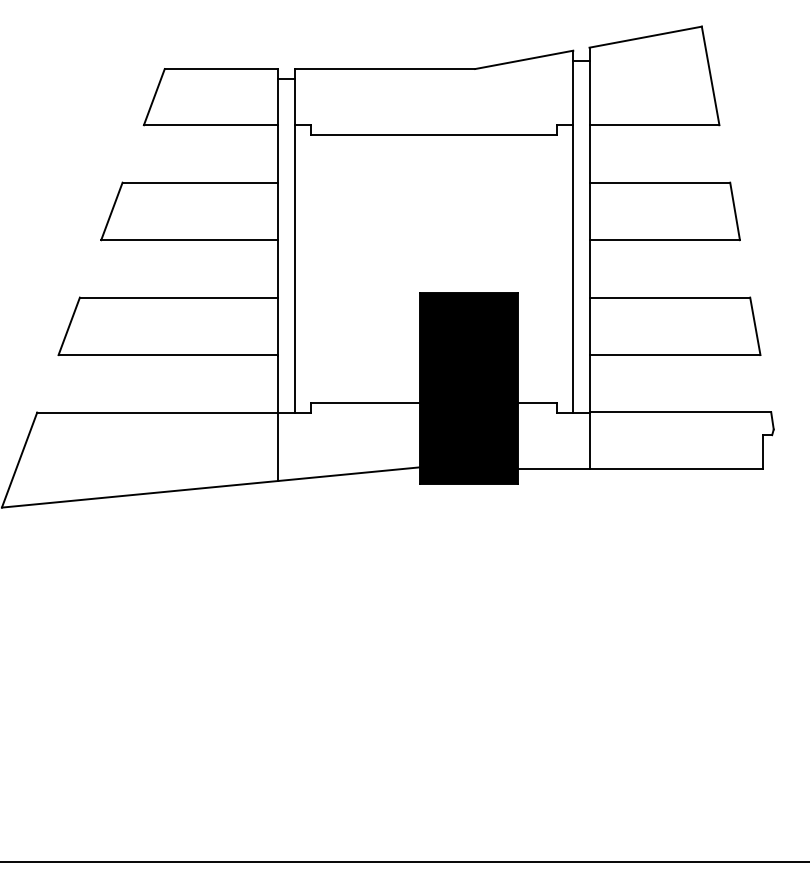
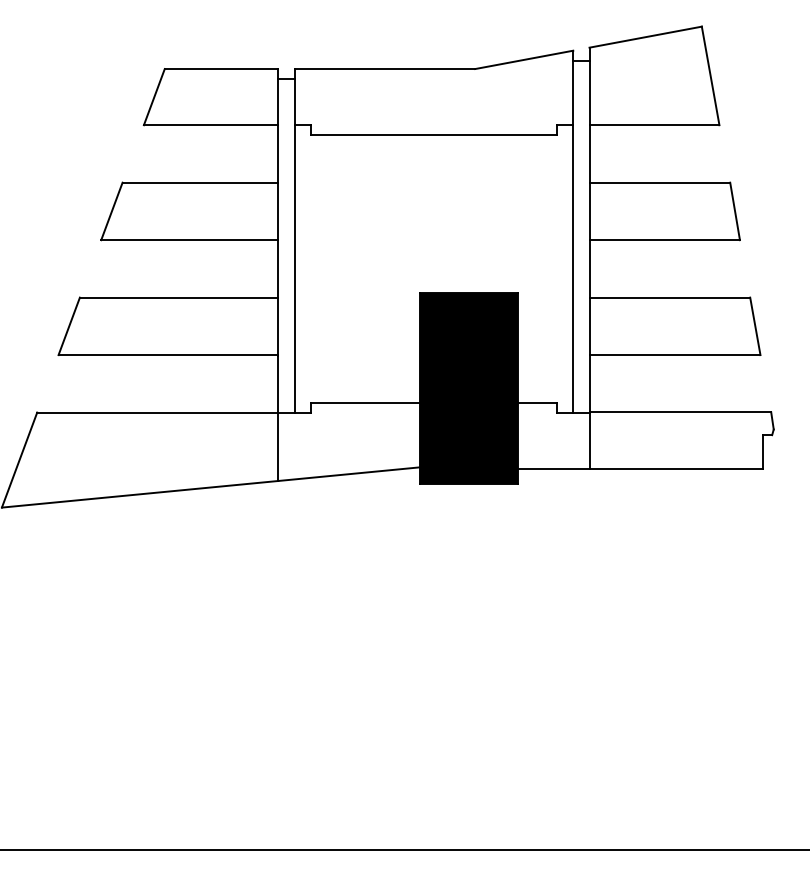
line at (404, 862) position: (404, 862) -> (404, 850)
